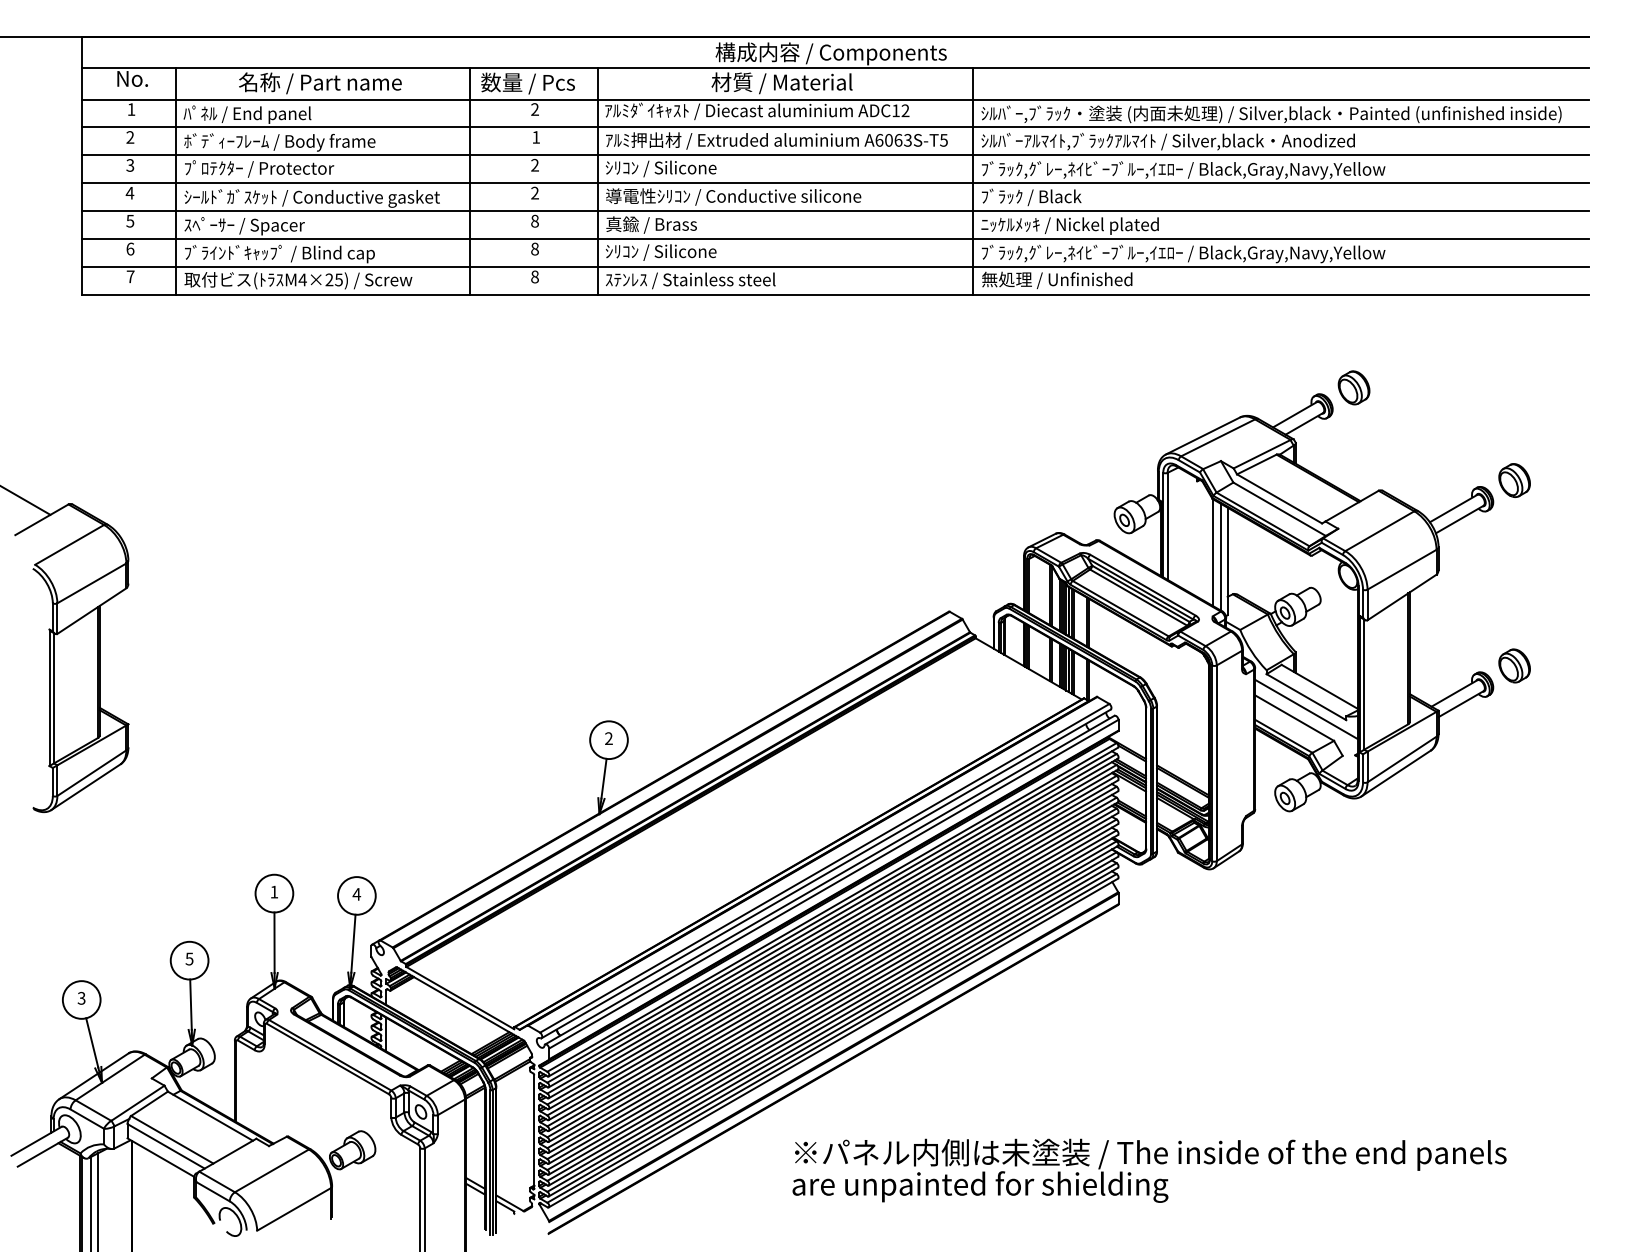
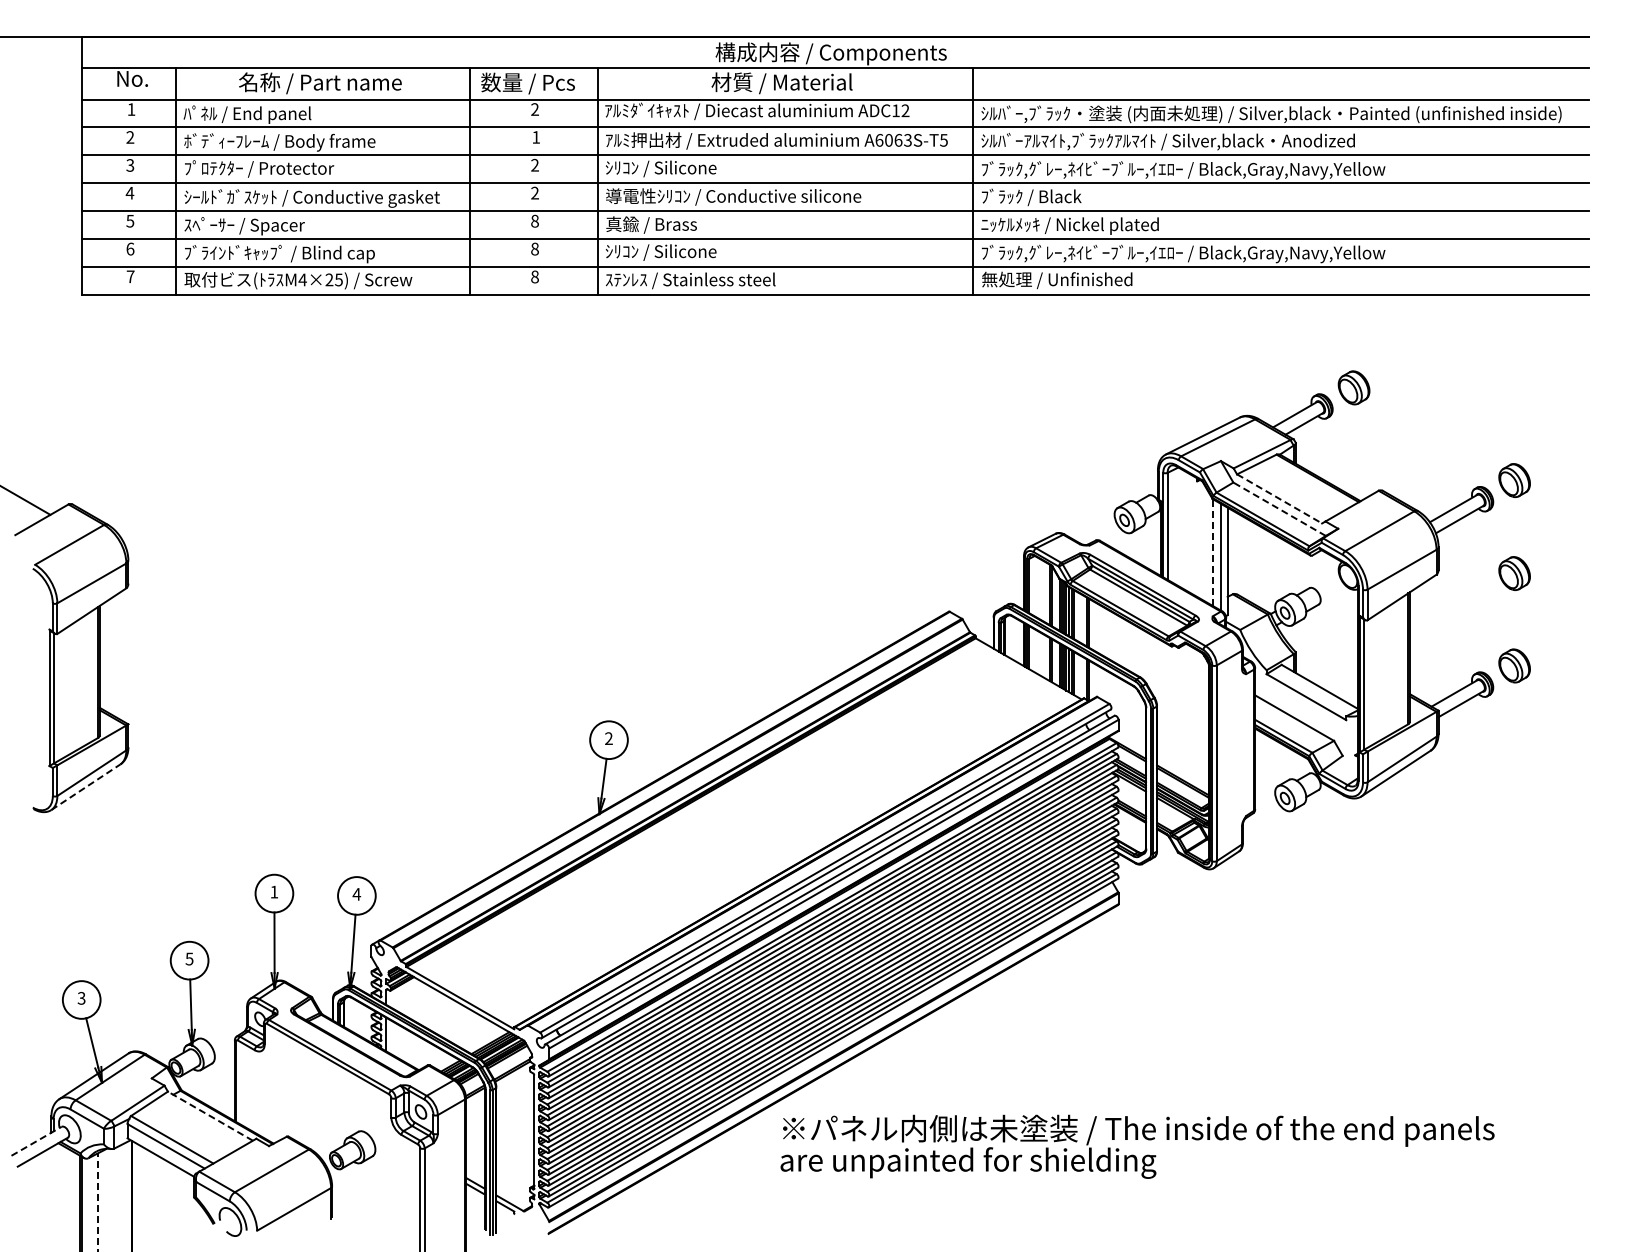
line at (1280, 499): solid -> dashed
line at (1279, 509): solid -> dashed
line at (1212, 551): solid -> dashed
part at (1514, 573): none -> present
line at (1306, 709): present -> none
line at (86, 786): solid -> dashed
line at (210, 1115): solid -> dashed
line at (36, 1141): solid -> dashed
text at (1149, 1170) position: (1149, 1170) -> (1137, 1146)
line at (91, 1202): present -> none
line at (98, 1202): solid -> dashed
